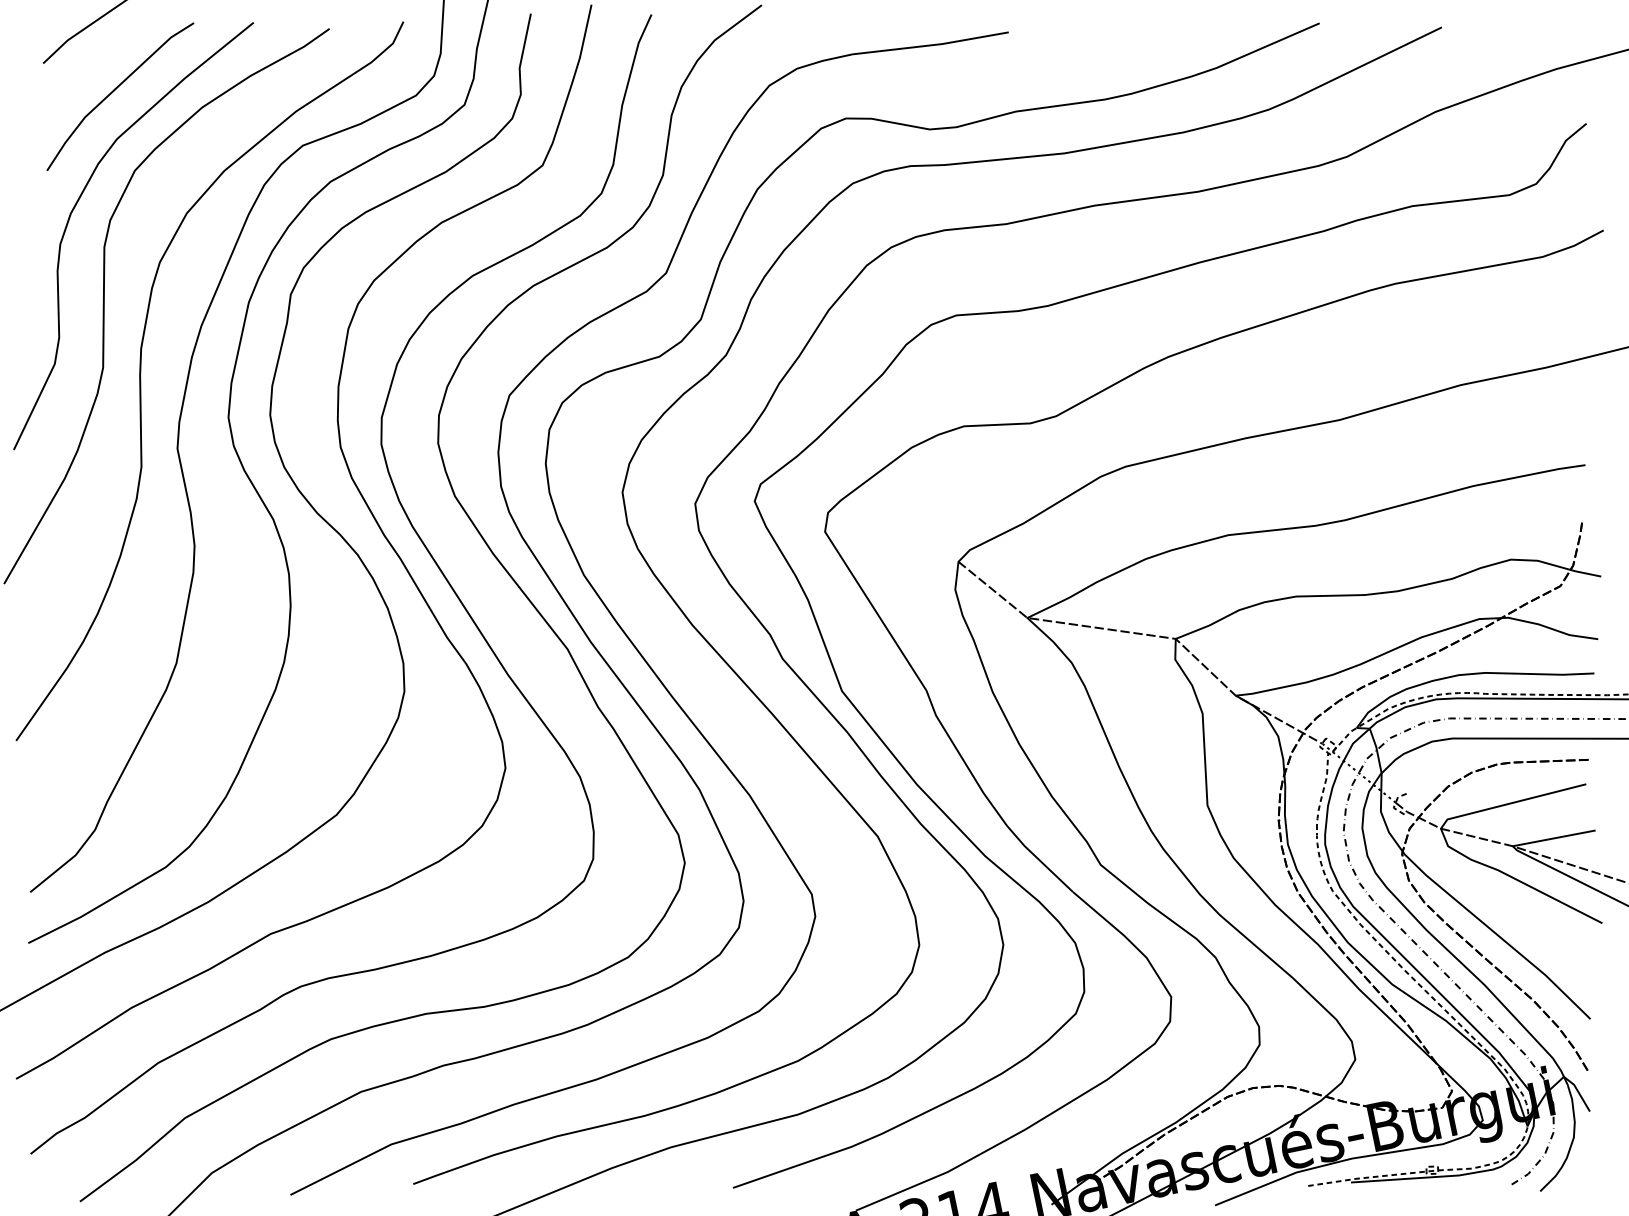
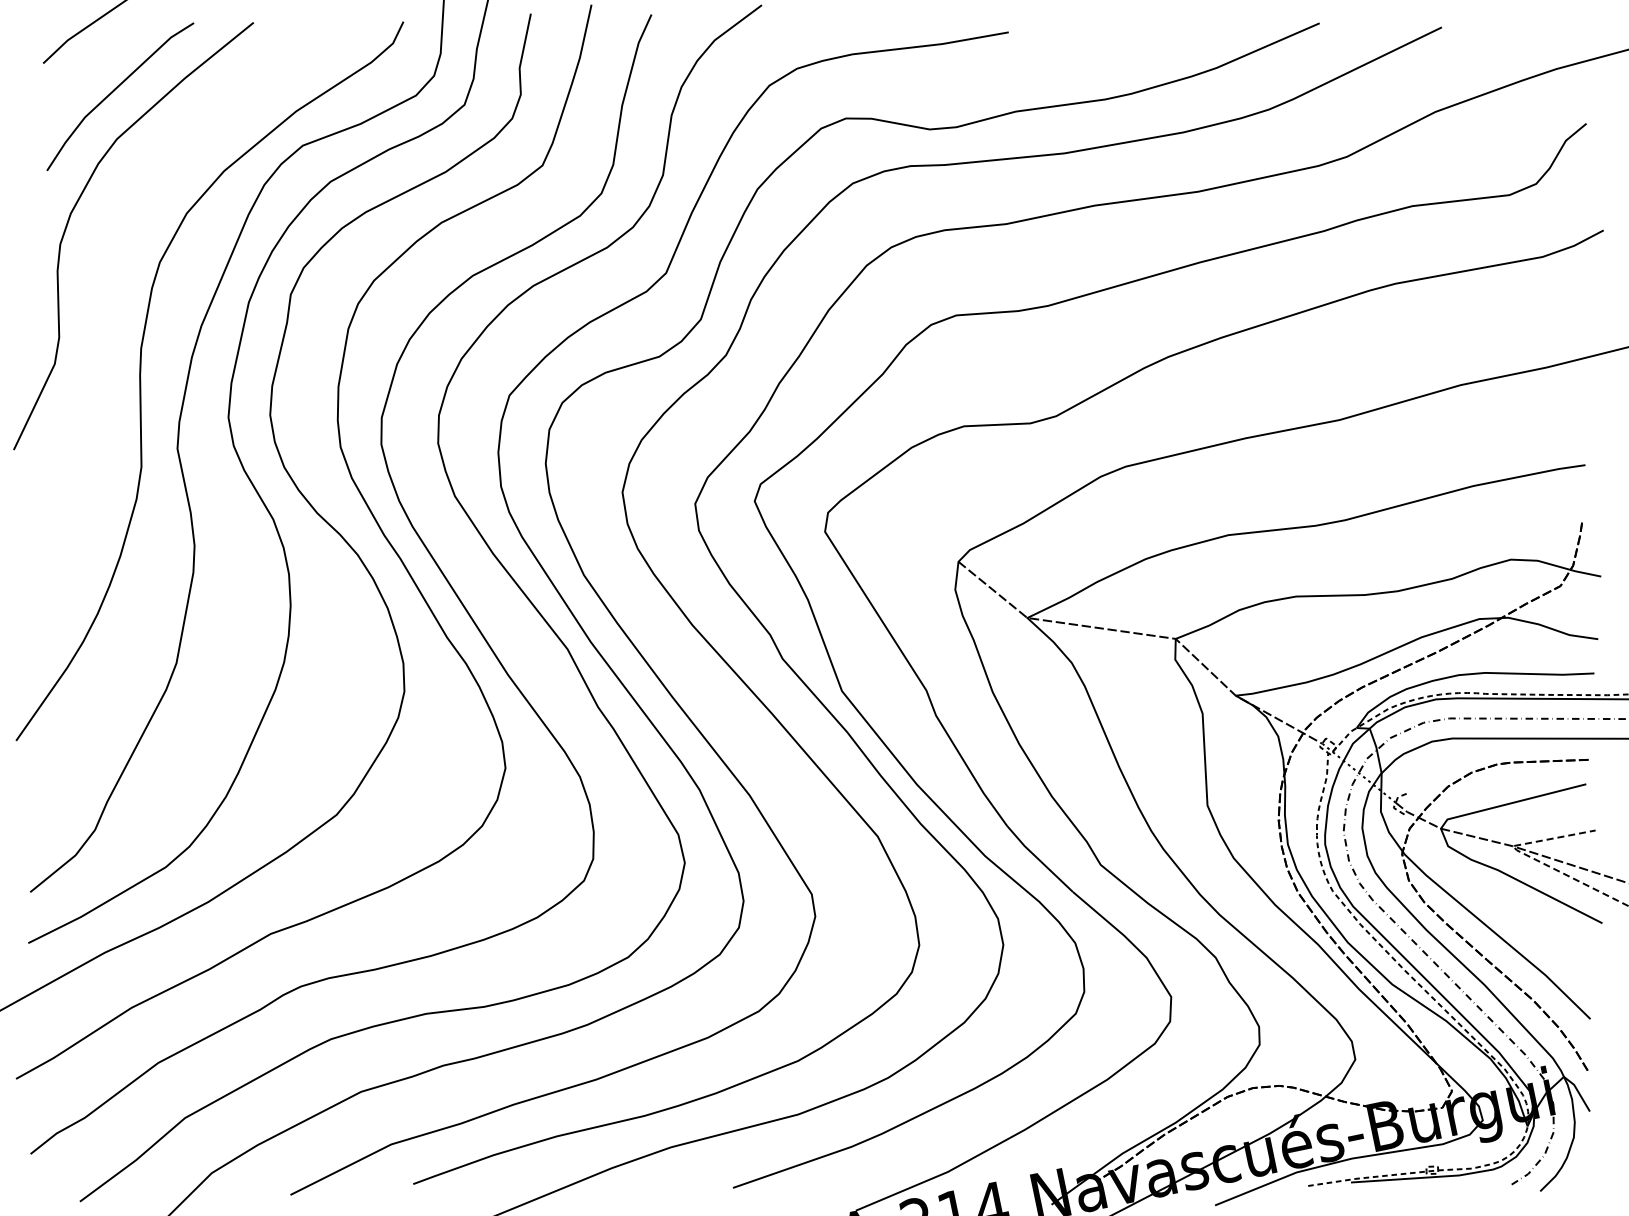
curve at (104, 306): present -> none
line at (1531, 857): solid -> dashed
